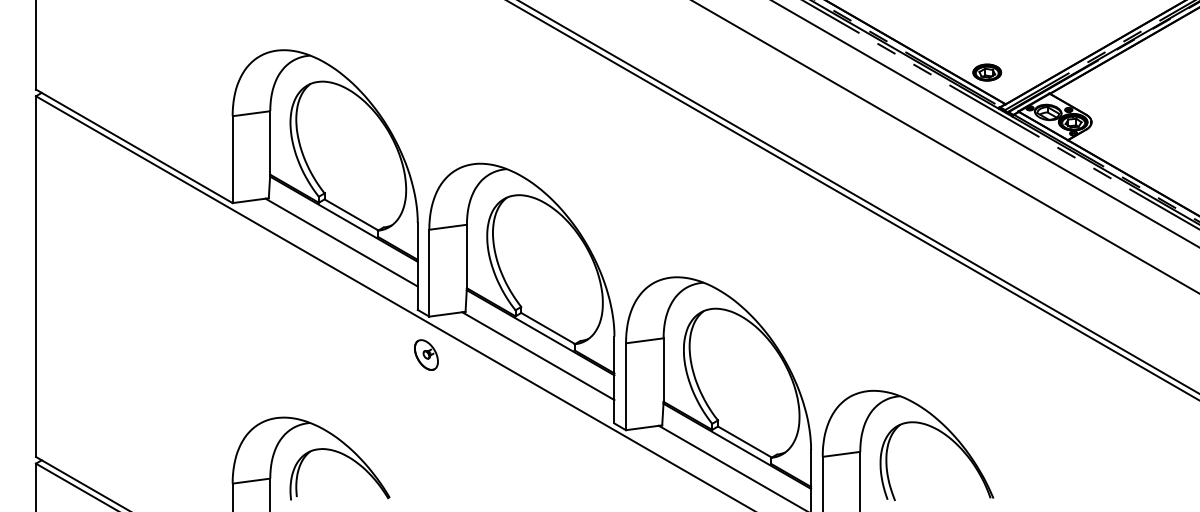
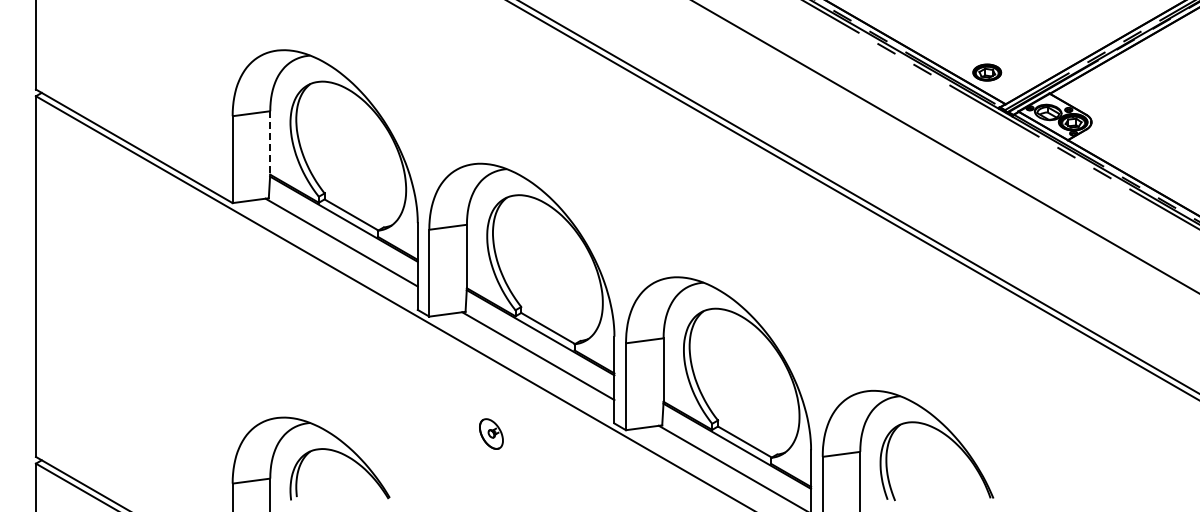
line at (985, 124): present -> none
line at (270, 142): solid -> dashed
part at (426, 354) position: (426, 354) -> (491, 433)
